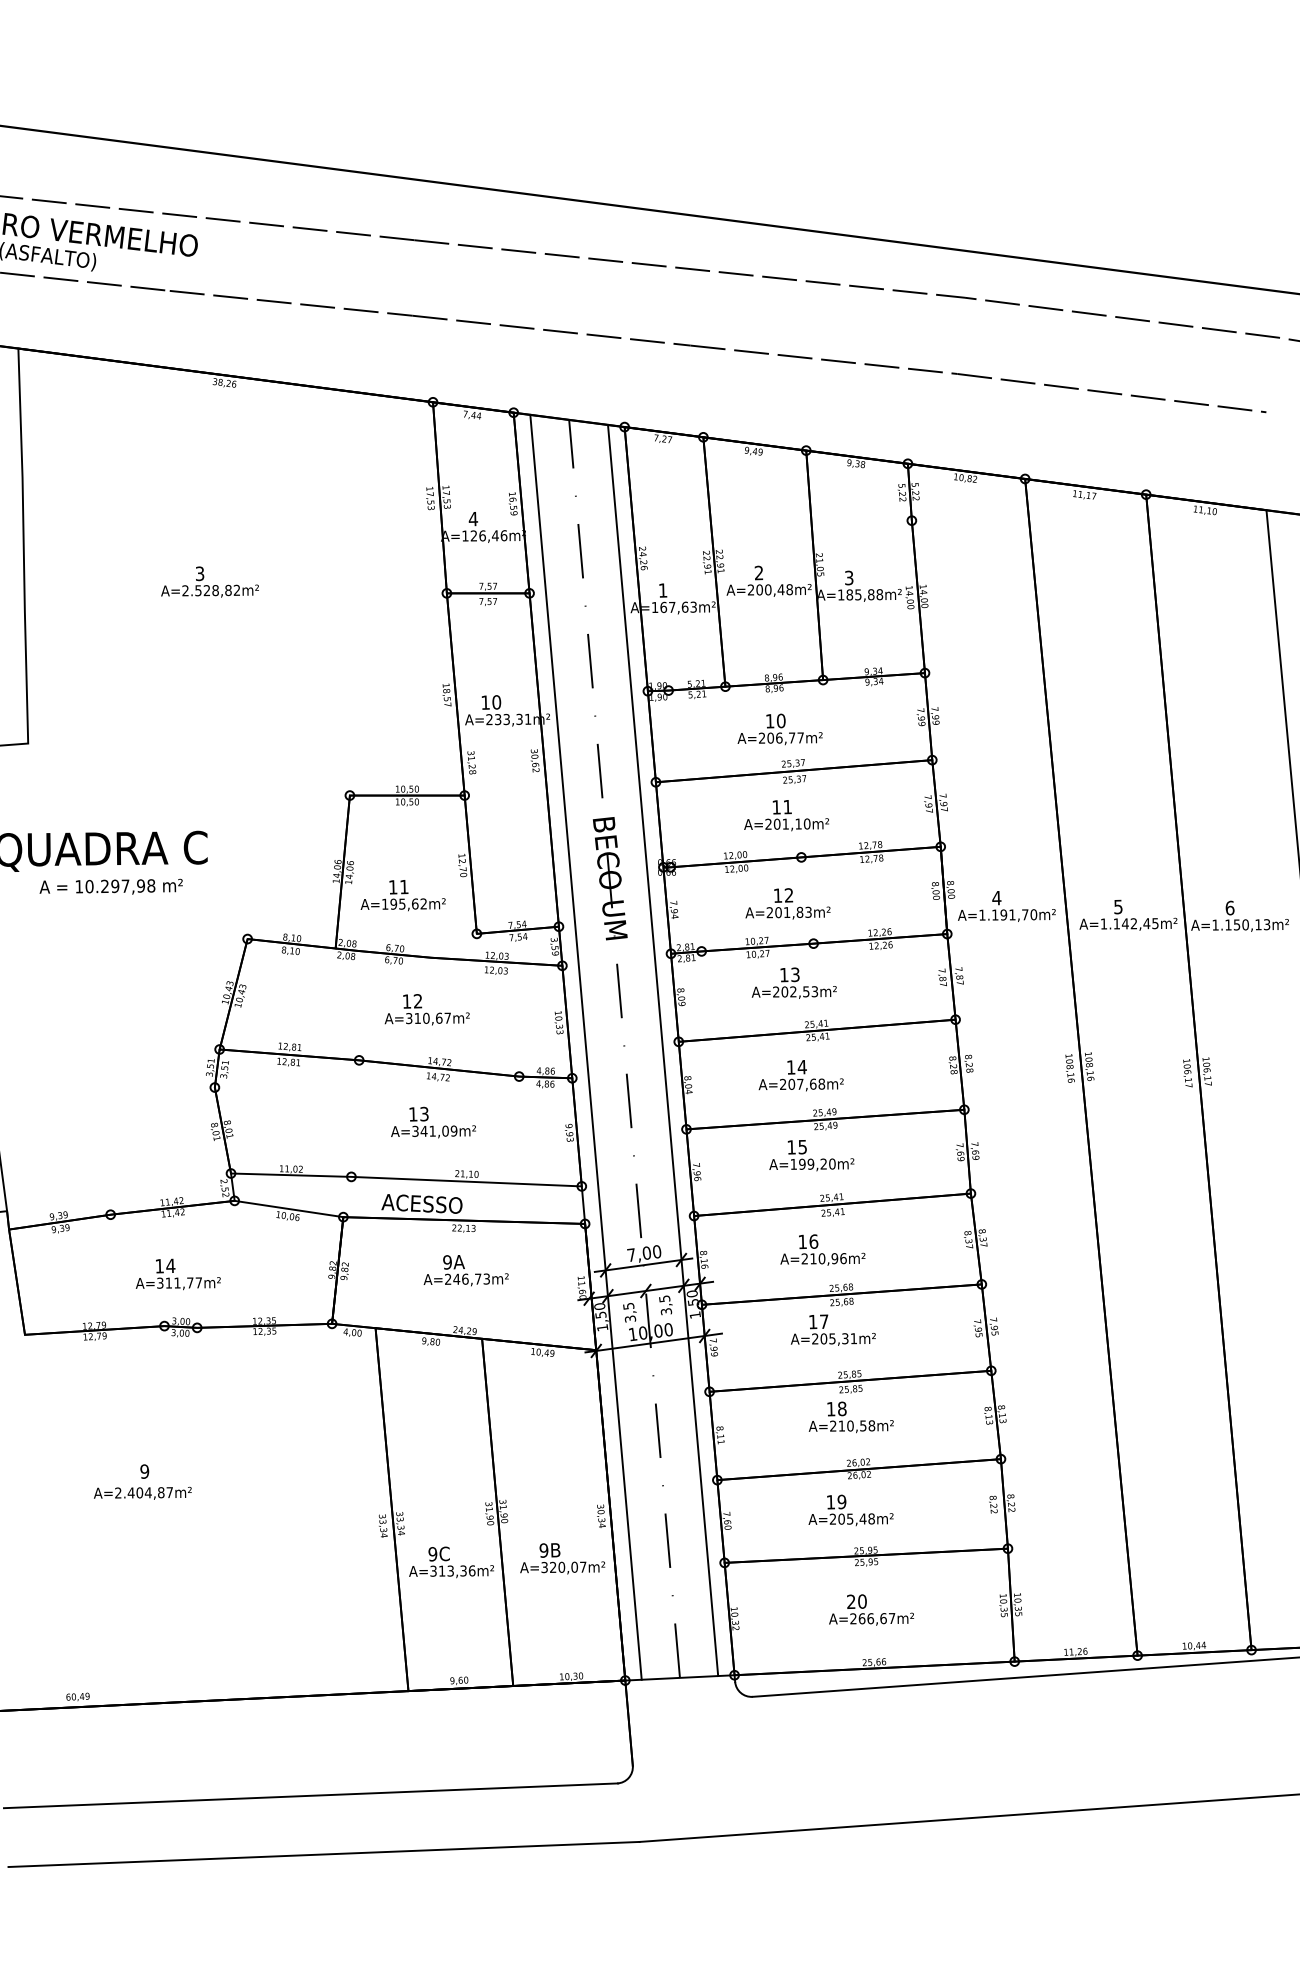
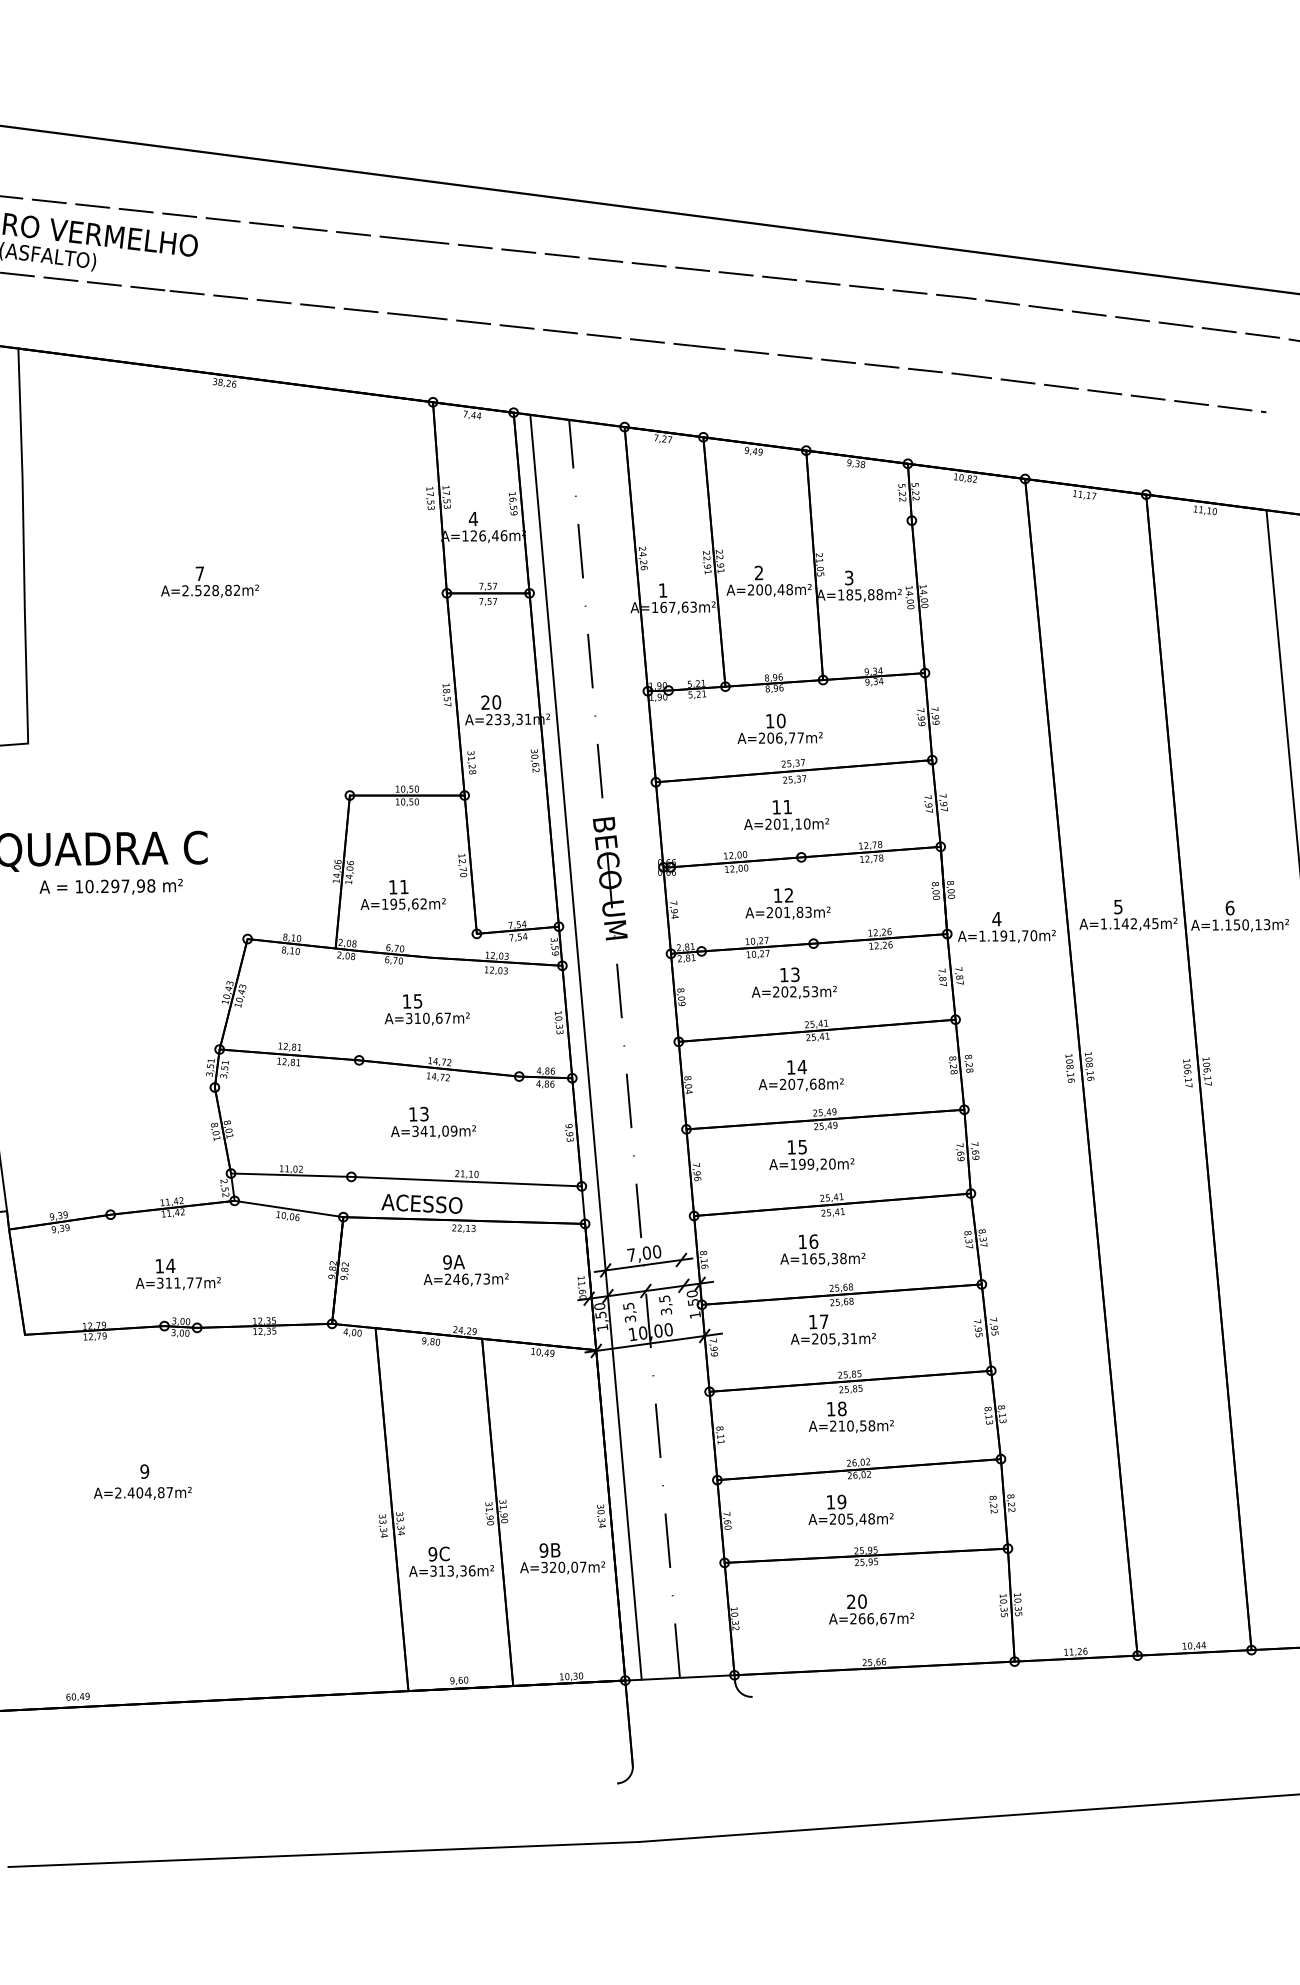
text at (199, 573): 3 -> 7
text at (485, 702): 10 -> 20
text at (1006, 906) position: (1006, 906) -> (1006, 927)
text at (417, 1001): 12 -> 15
line at (663, 1050): present -> none
text at (823, 1258): A=210,96m² -> A=165,38m²
line at (1024, 1676): present -> none
line at (310, 1795): present -> none
